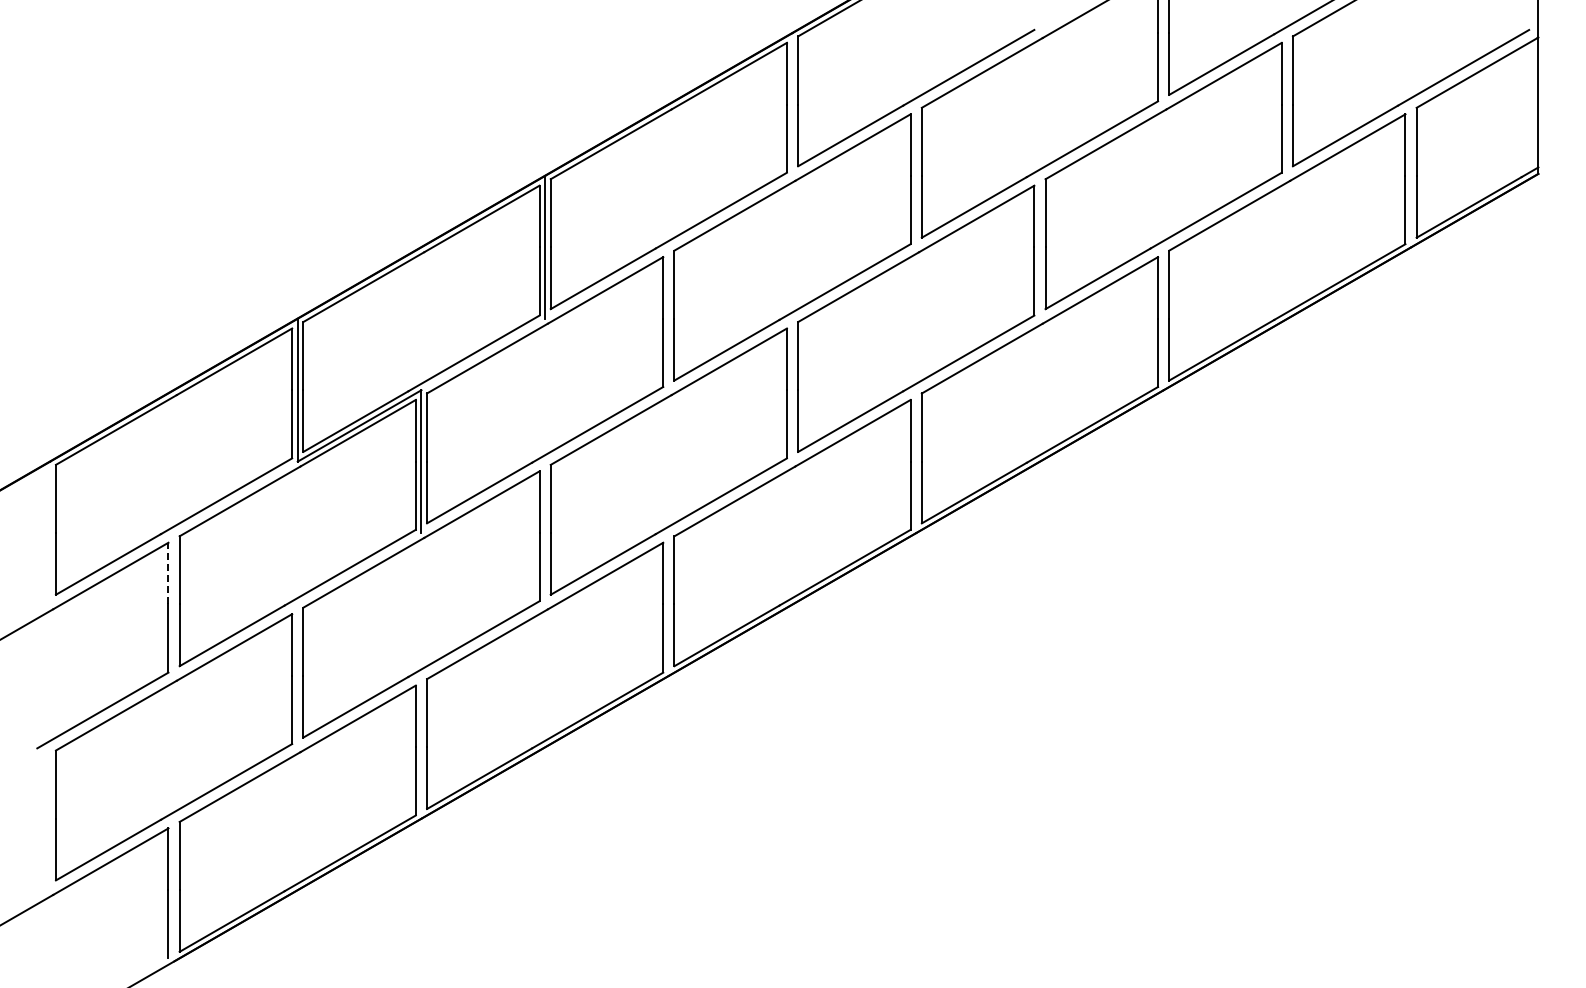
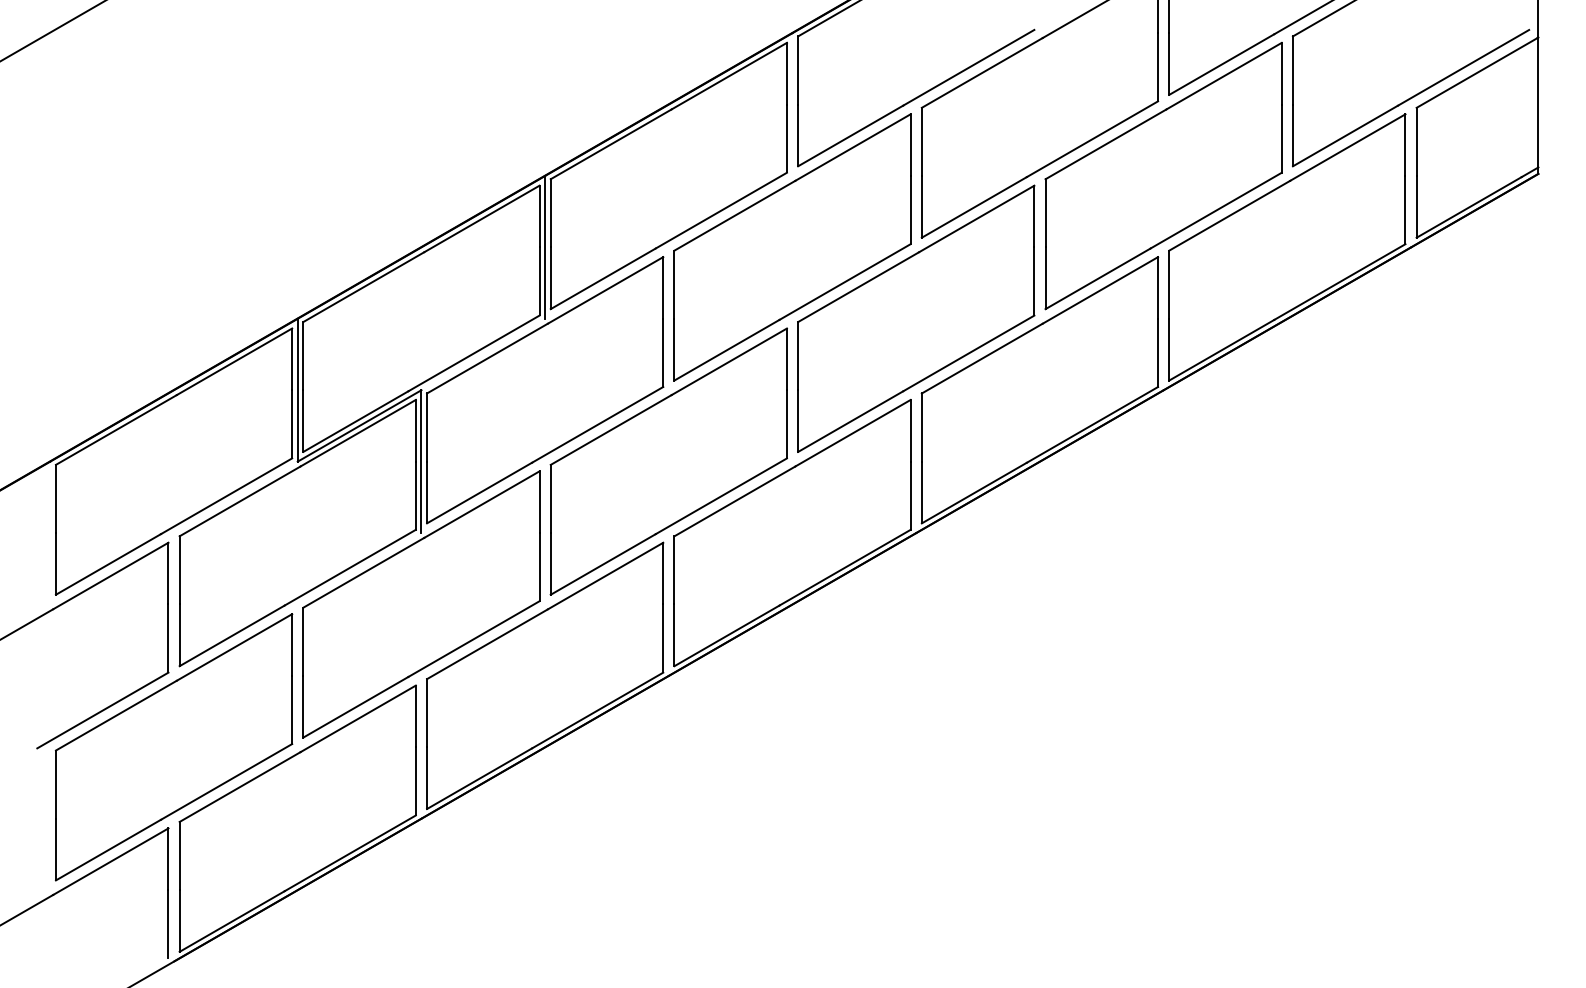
line at (52, 31): none -> present
line at (168, 573): dashed -> solid
